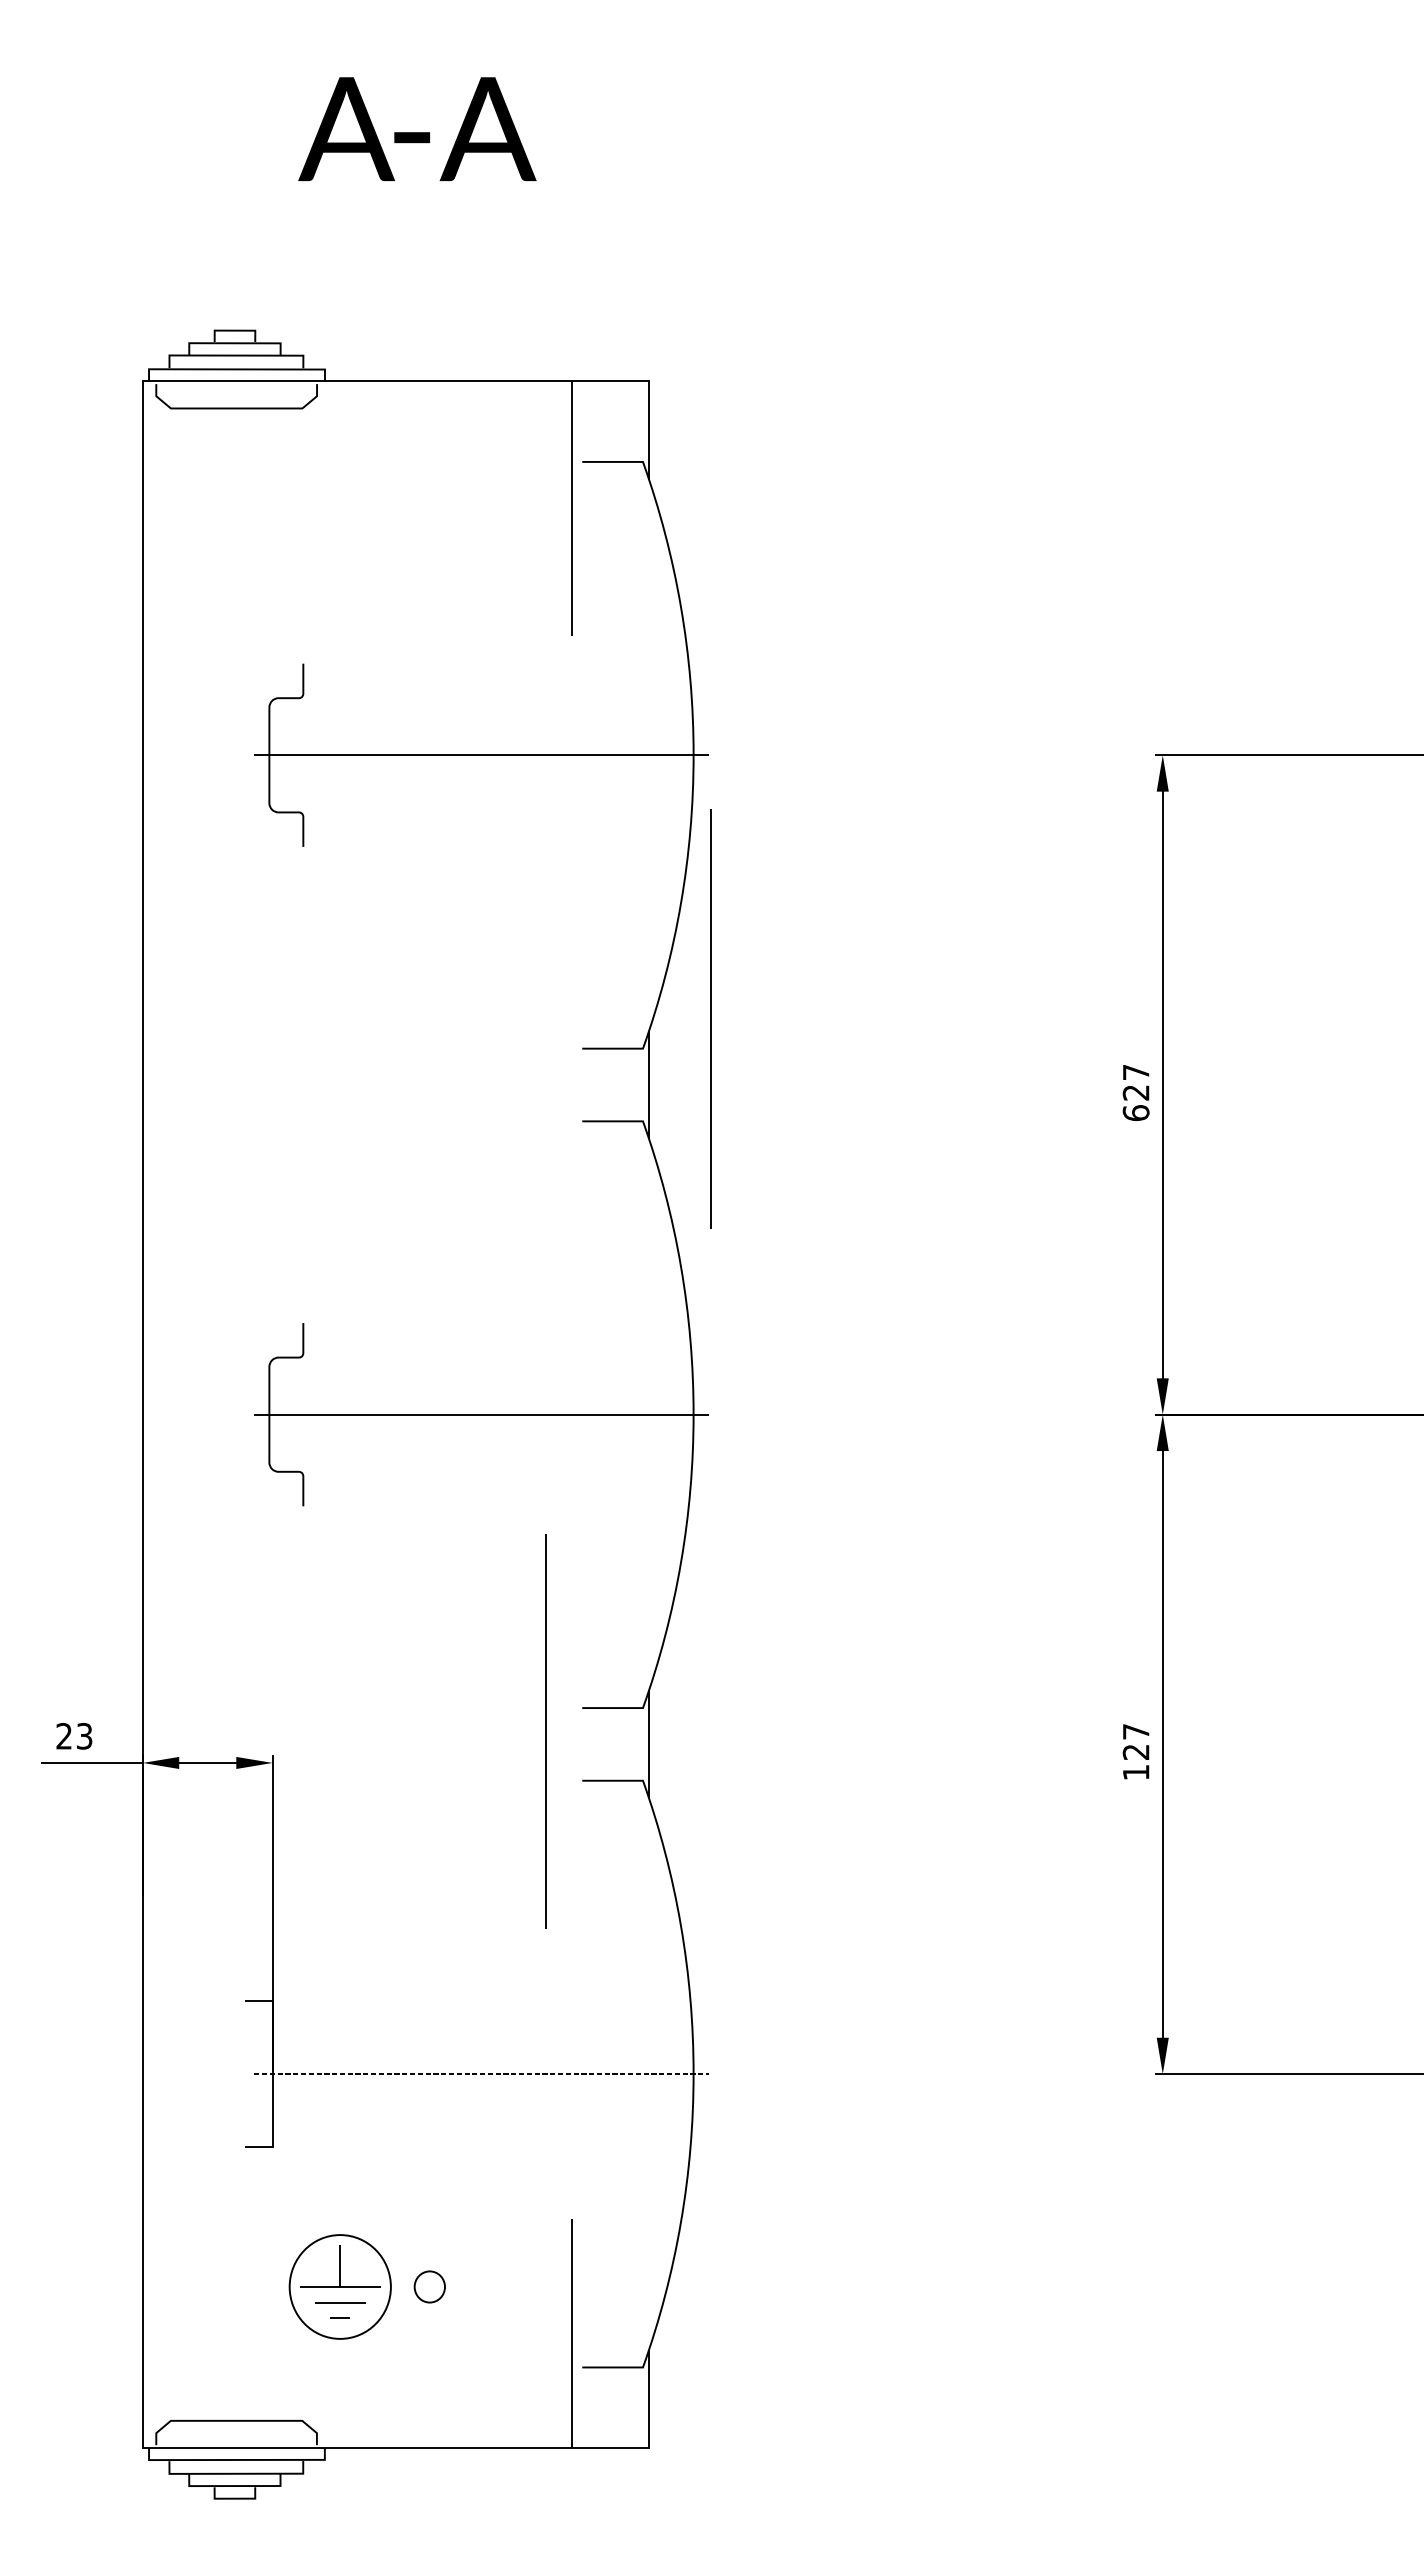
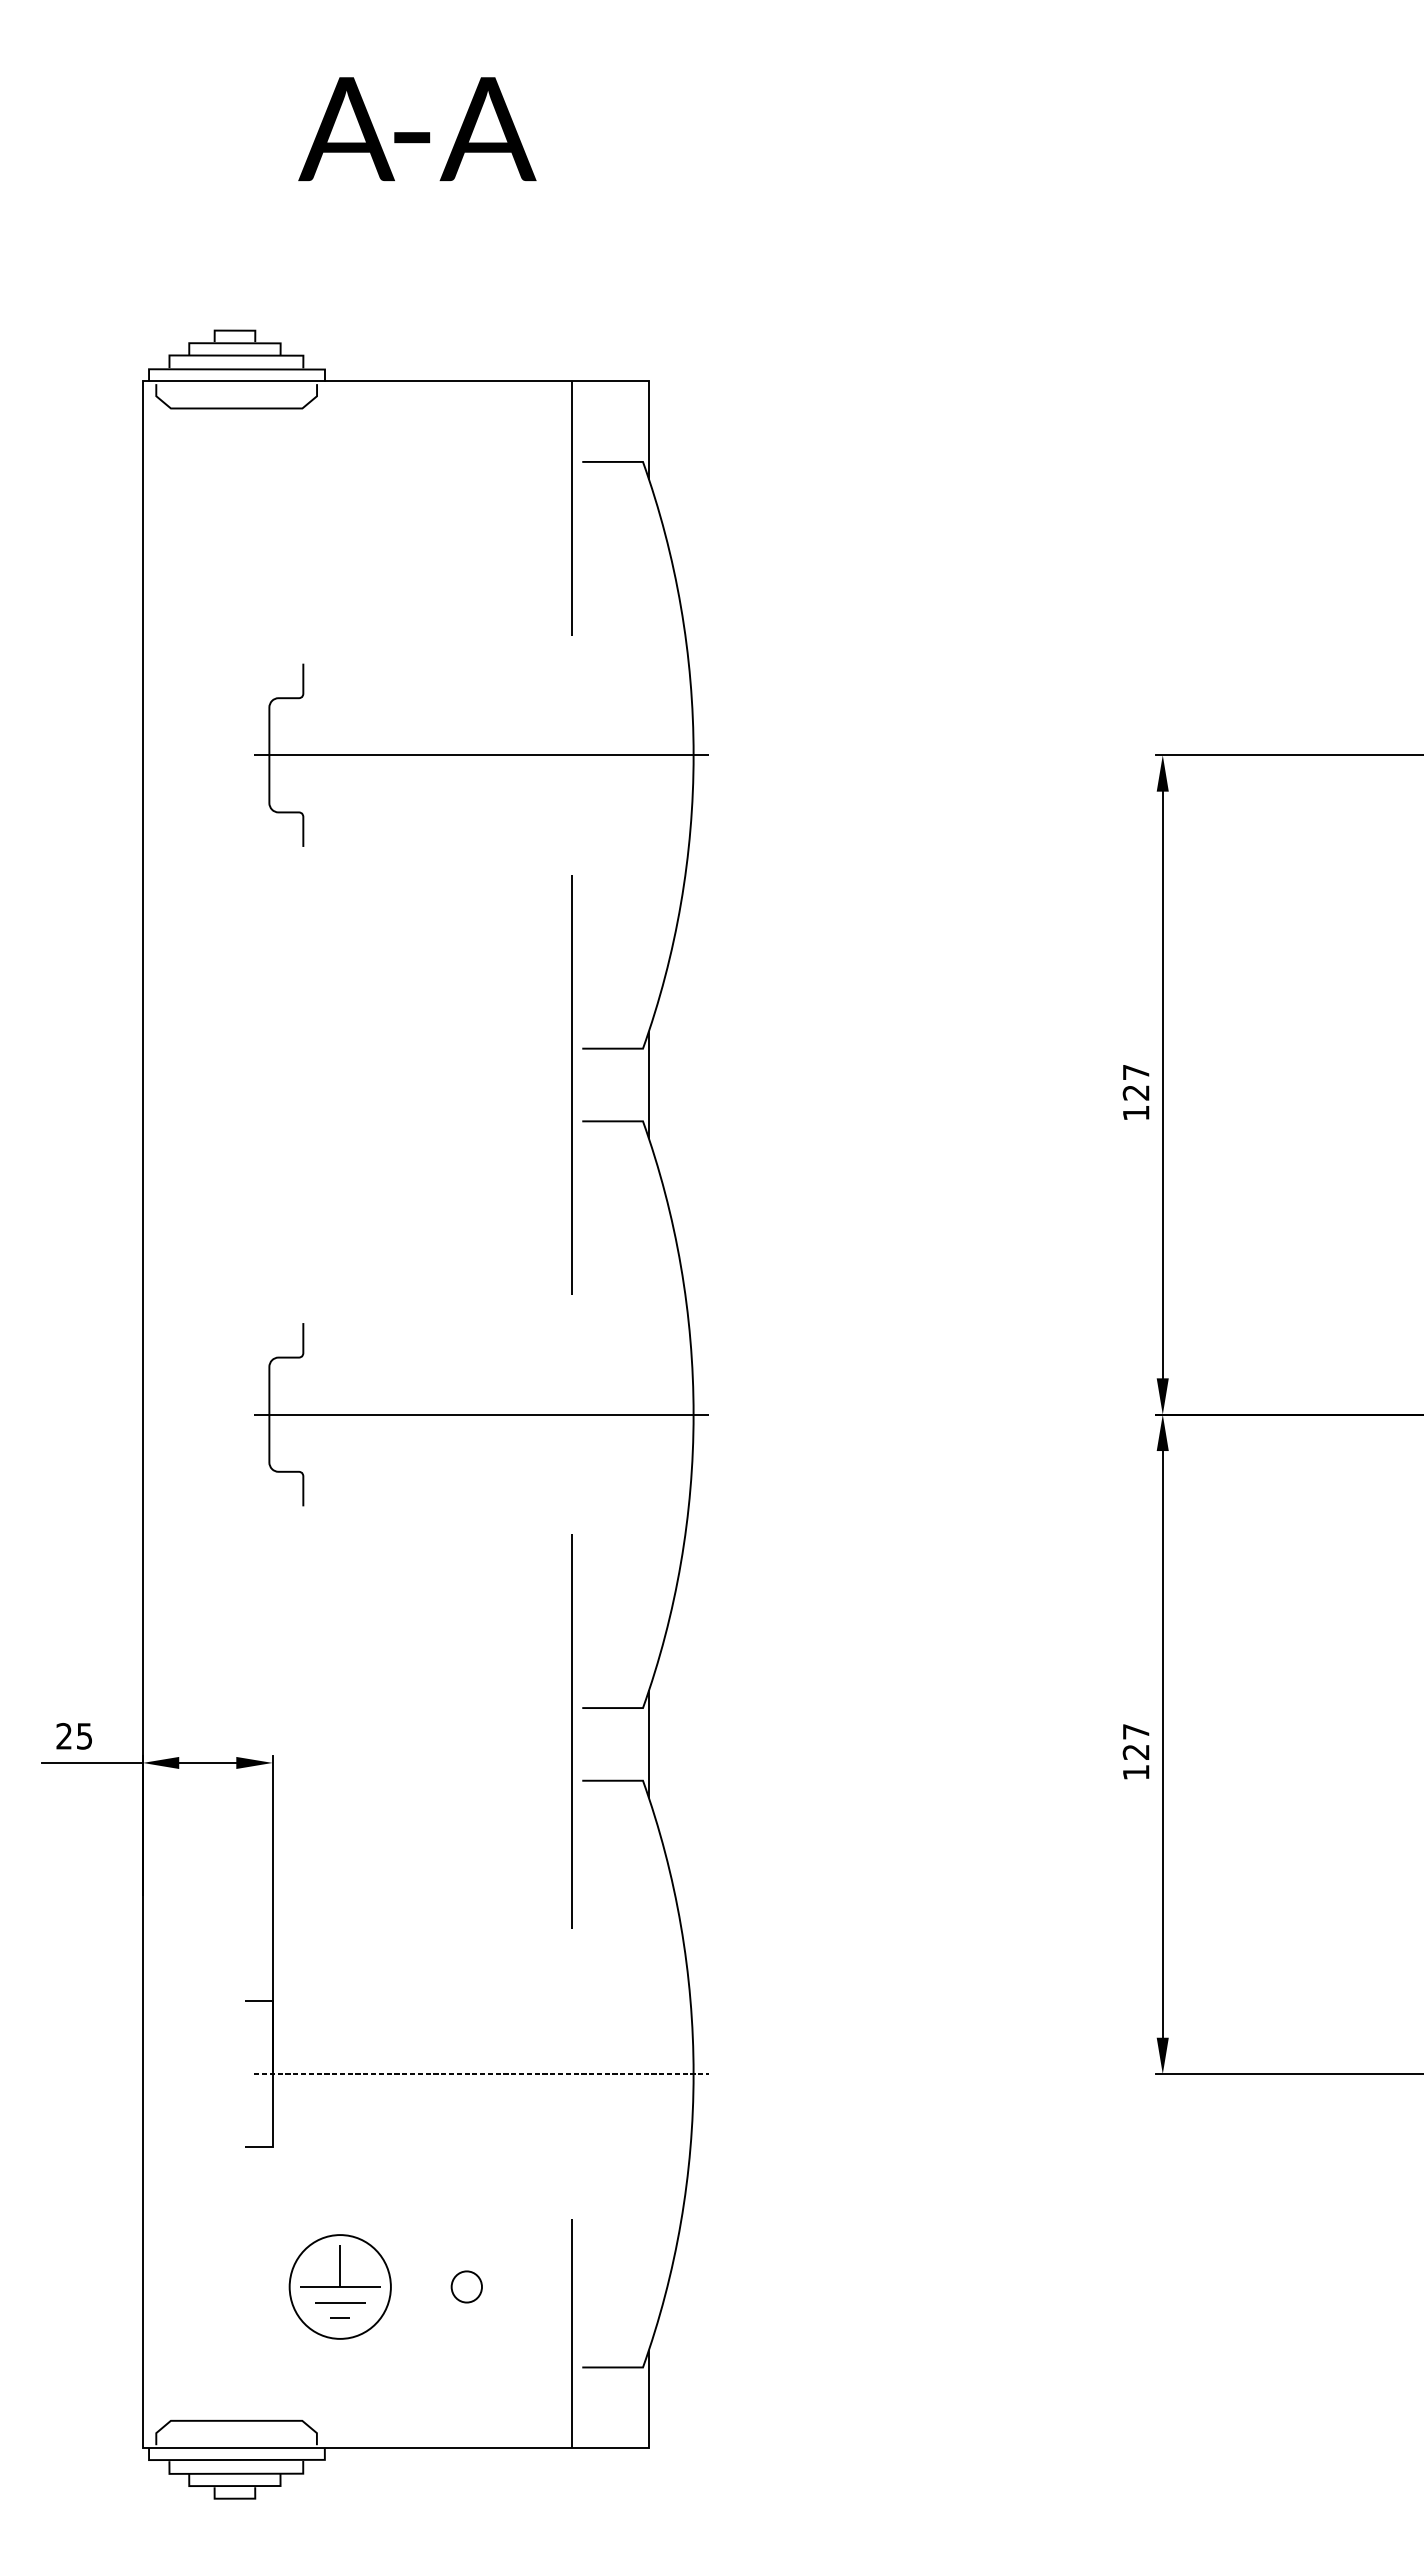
line at (710, 1018) position: (710, 1018) -> (571, 1084)
text at (1135, 1113): 627 -> 127
line at (545, 1731) position: (545, 1731) -> (571, 1731)
text at (84, 1736): 23 -> 25
part at (429, 2286) position: (429, 2286) -> (466, 2286)
